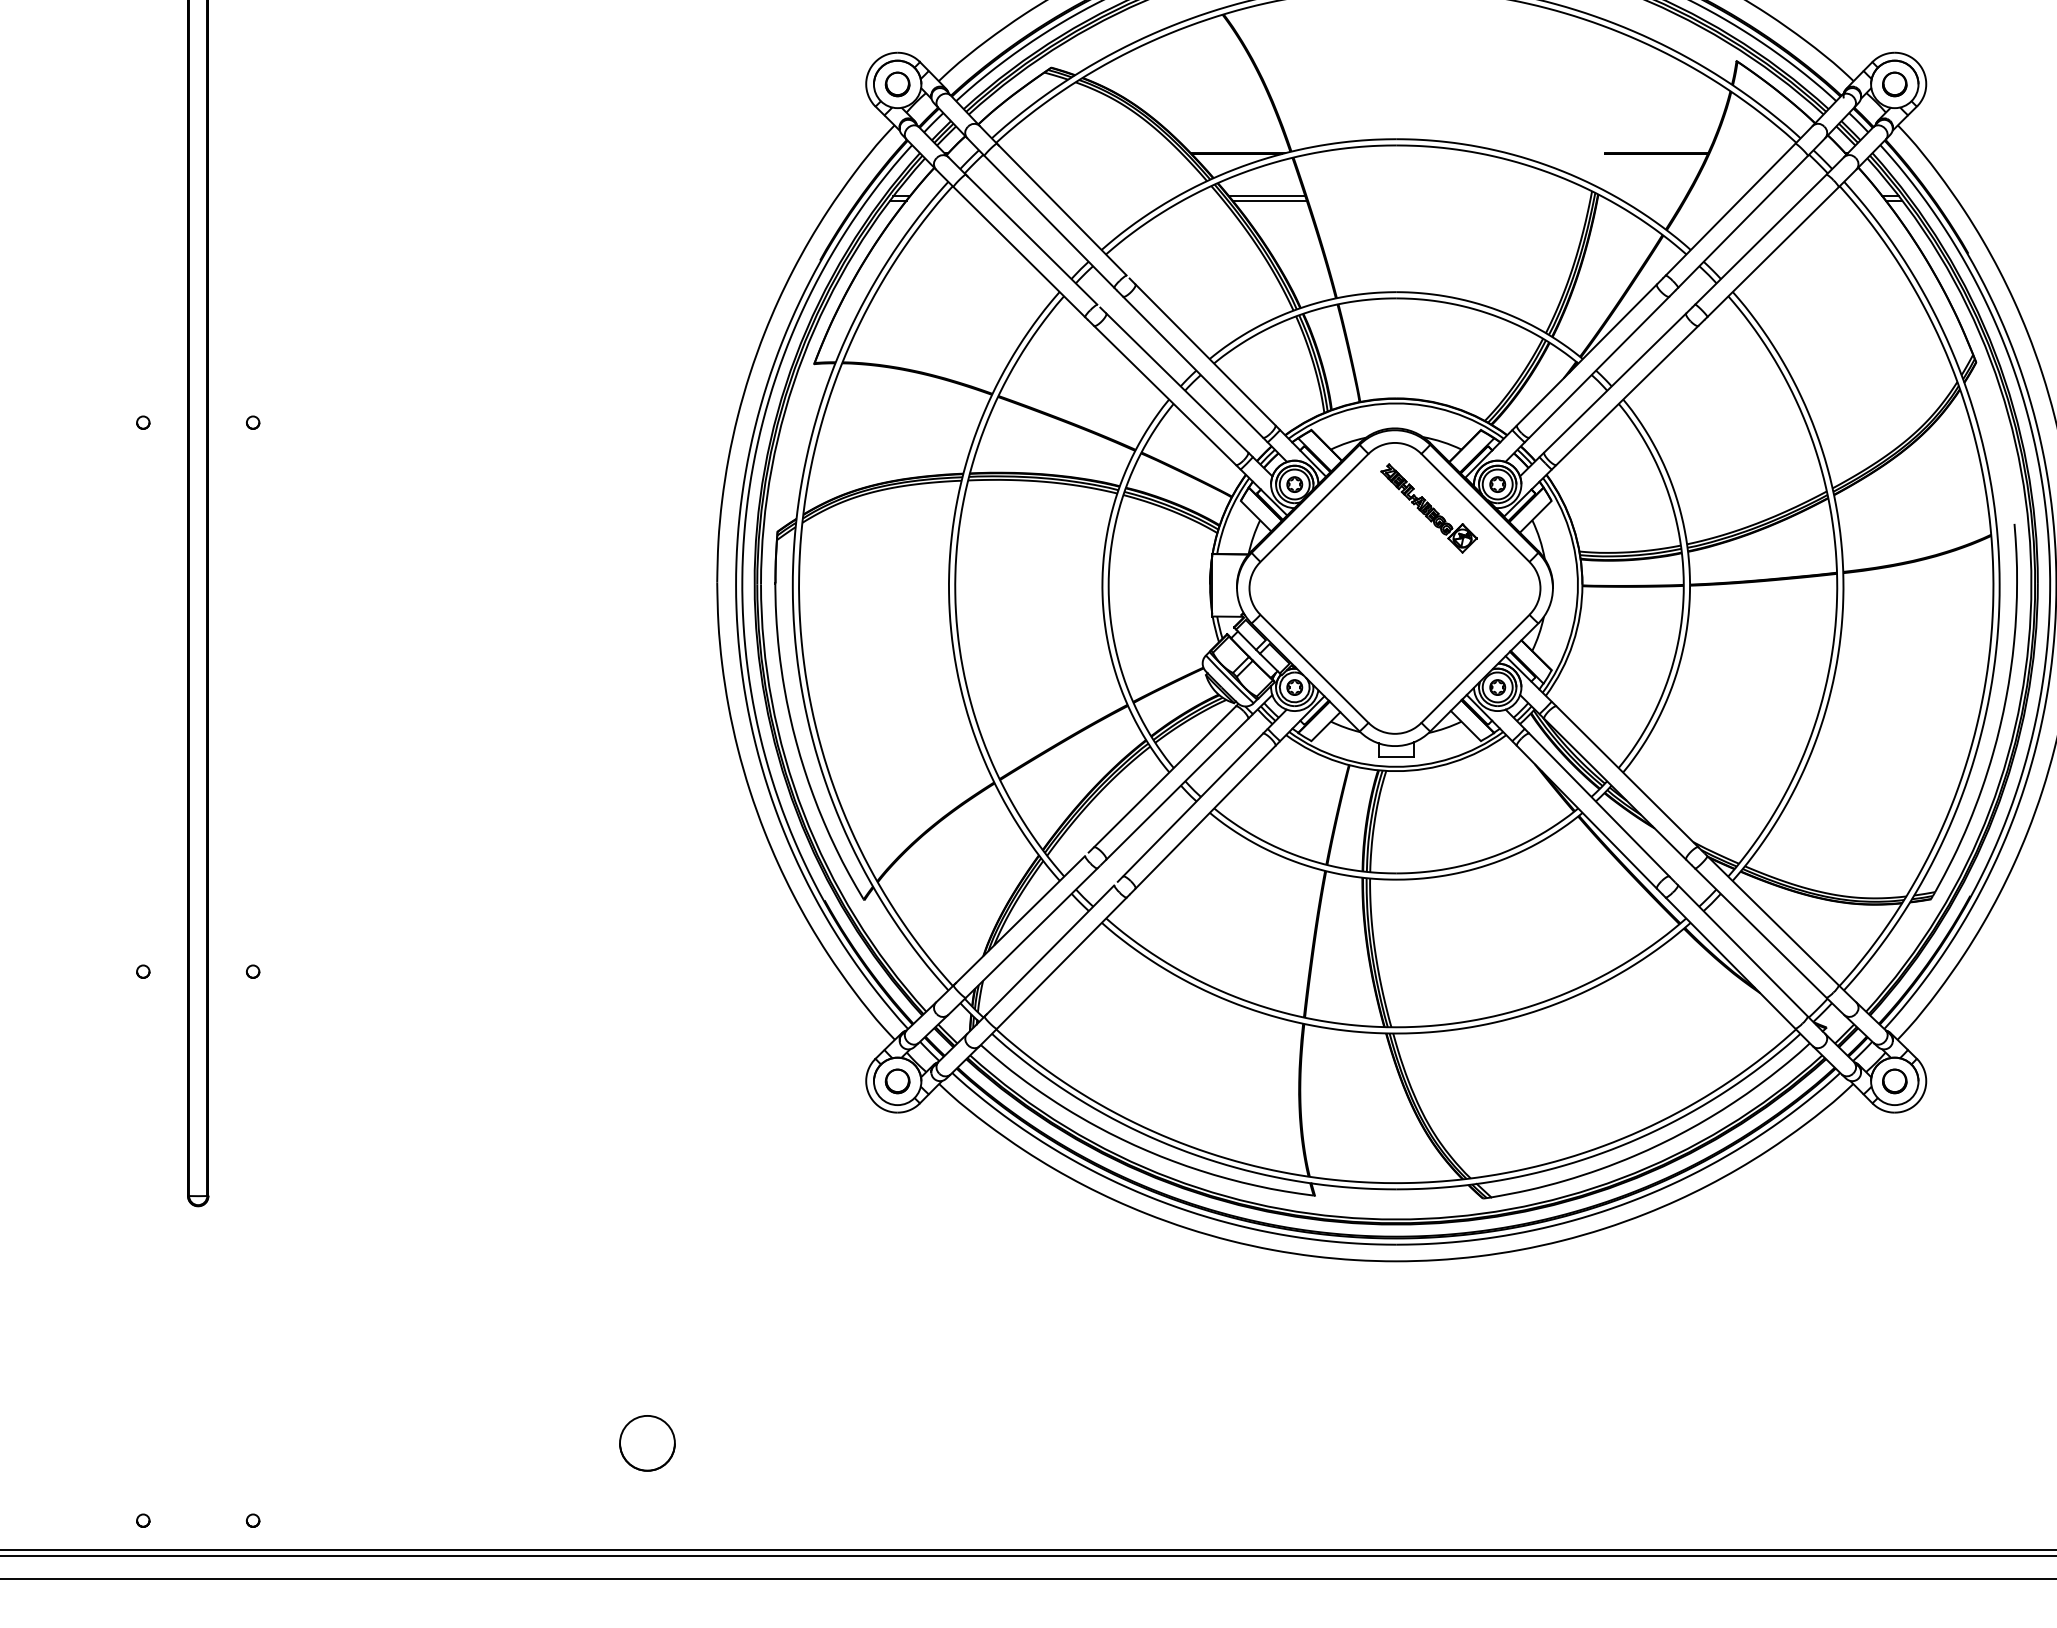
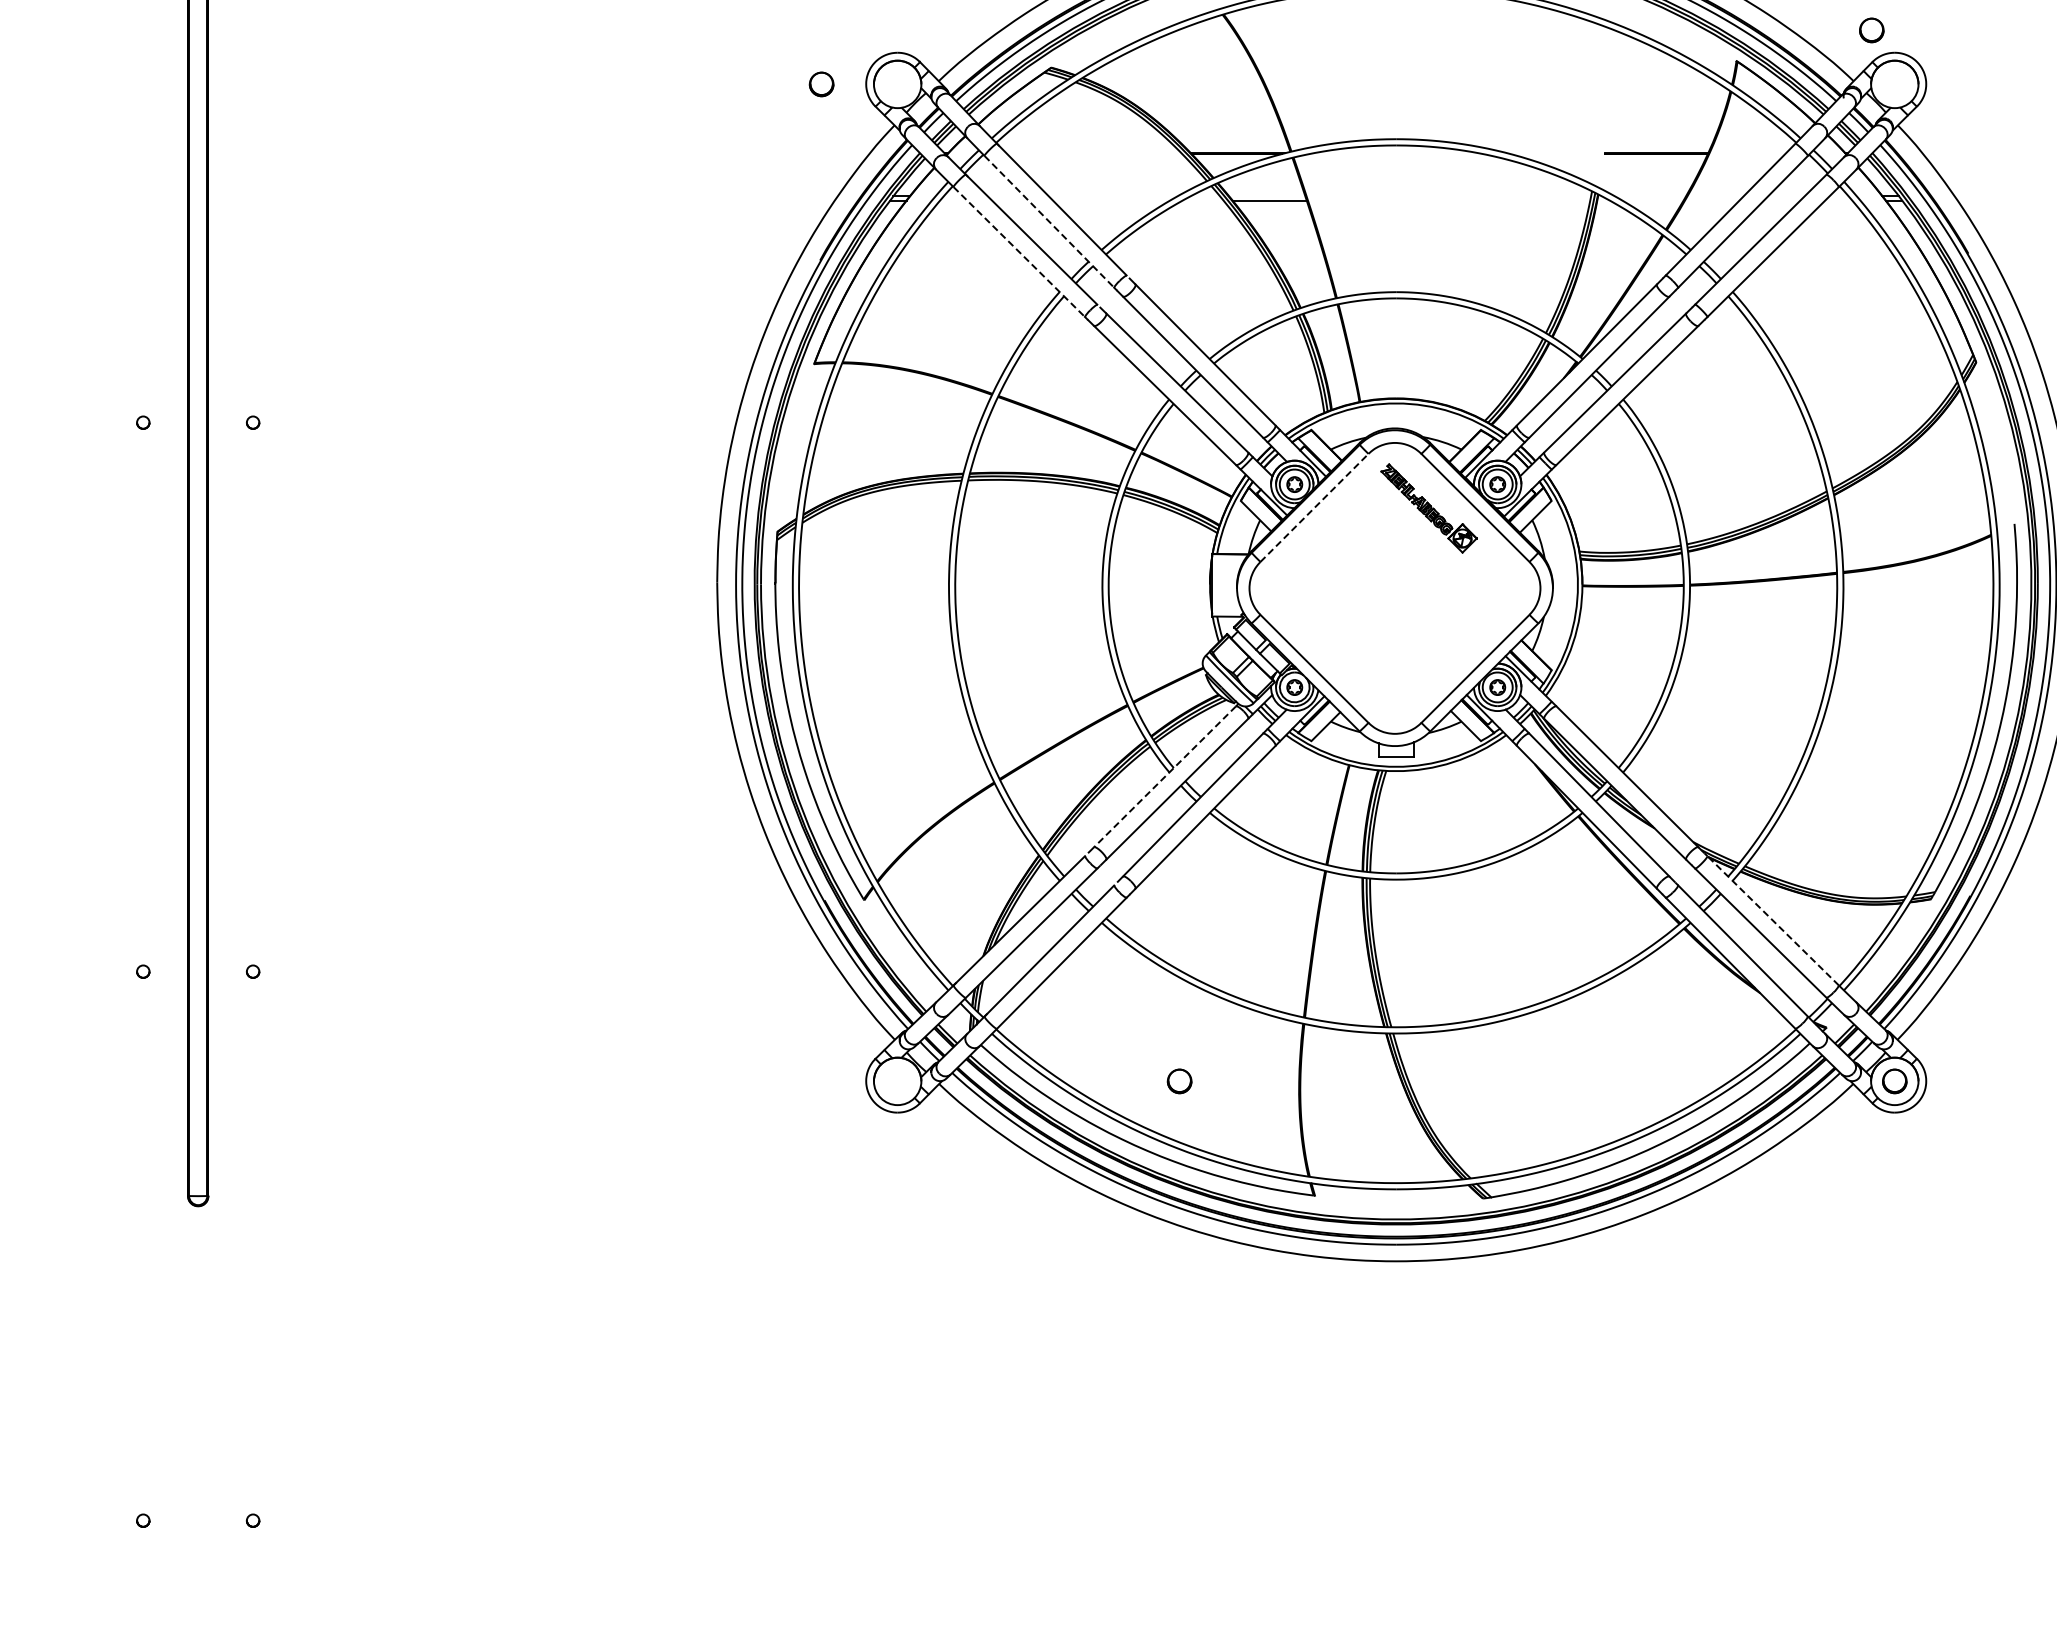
part at (897, 84) position: (897, 84) -> (821, 84)
part at (1894, 84) position: (1894, 84) -> (1871, 30)
line at (1267, 196): present -> none
line at (1049, 222): solid -> dashed
line at (1019, 252): solid -> dashed
line at (1314, 507): solid -> dashed
line at (1165, 776): solid -> dashed
line at (1772, 920): solid -> dashed
part at (897, 1081) position: (897, 1081) -> (1179, 1081)
circle at (647, 1443): present -> none
line at (1027, 1549): present -> none
line at (1027, 1555): present -> none
line at (1027, 1579): present -> none
